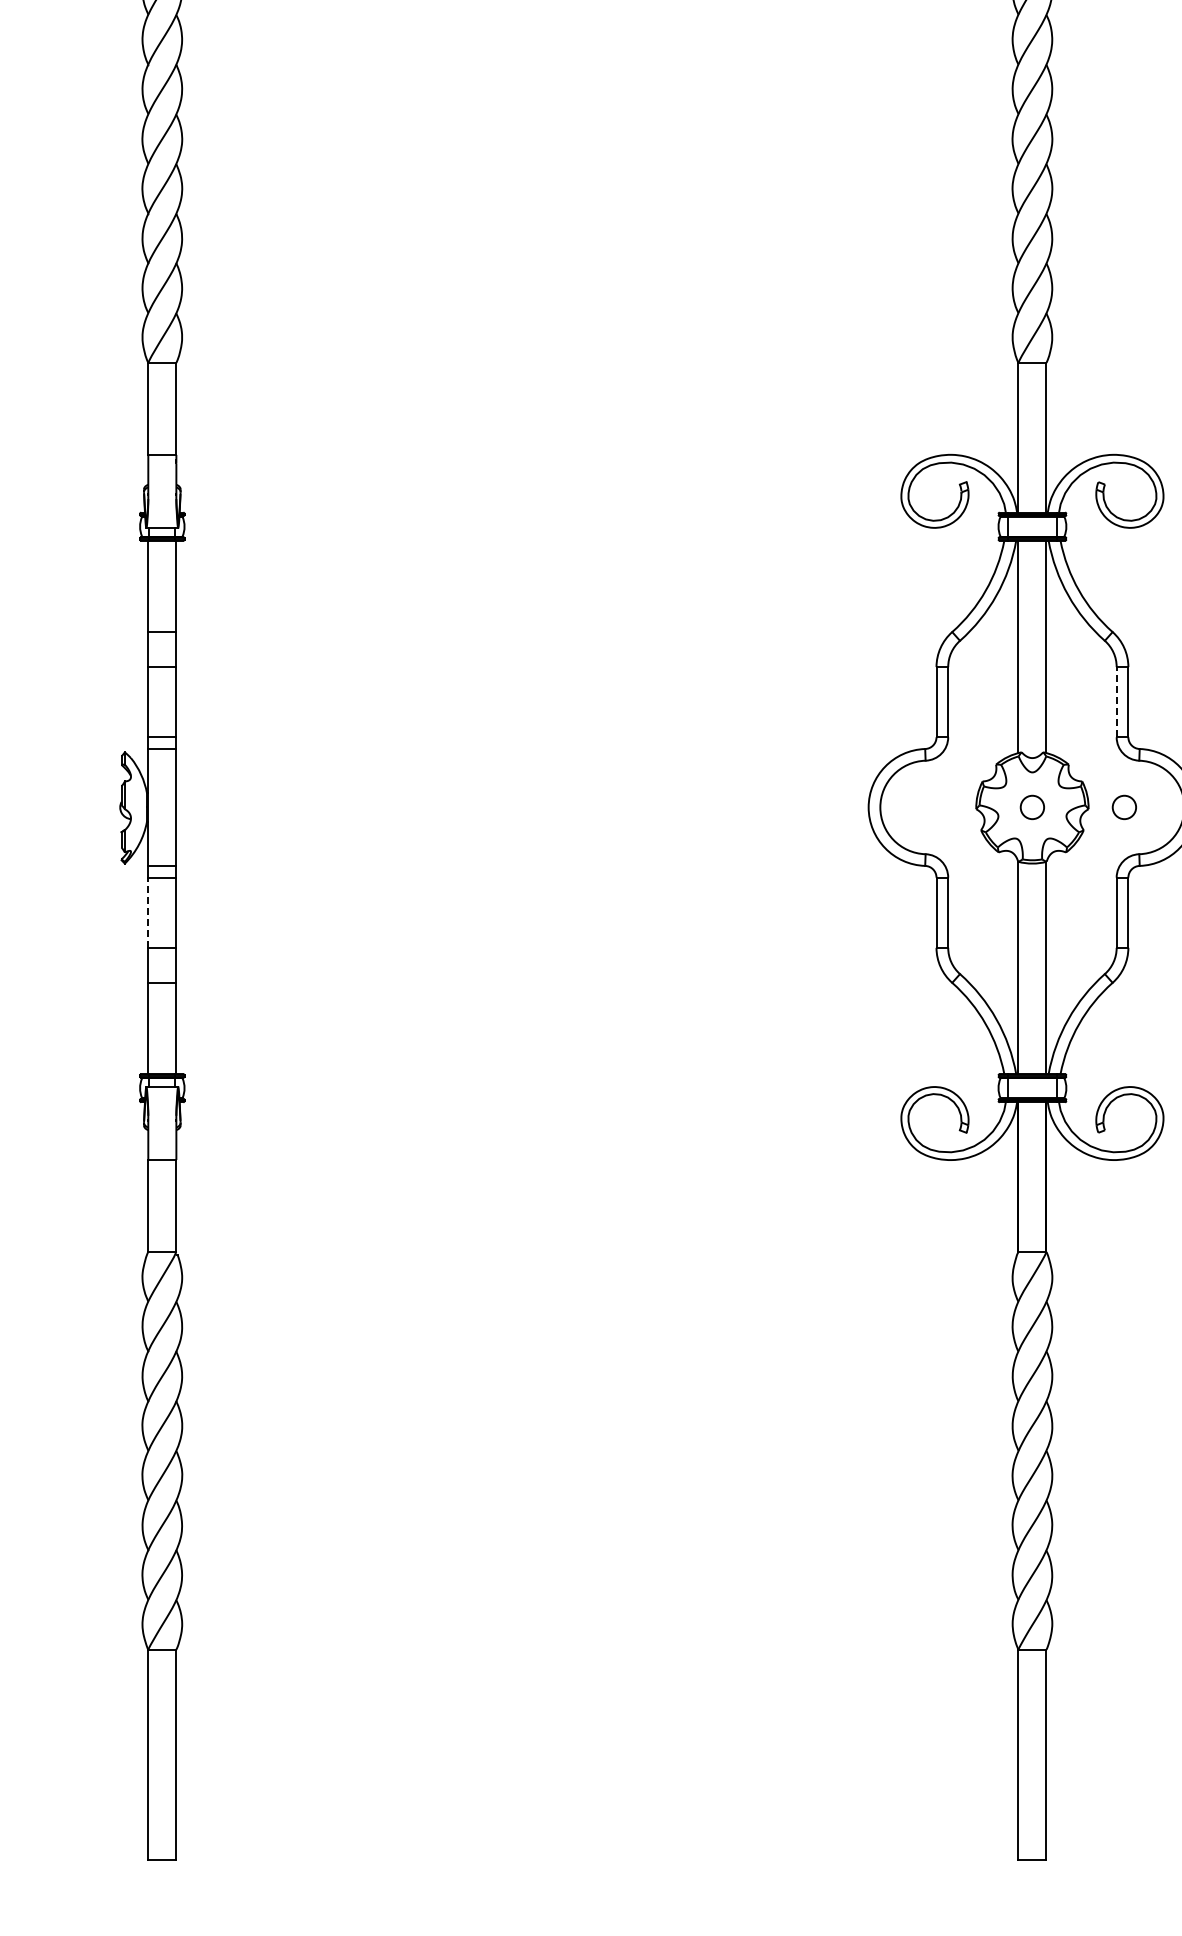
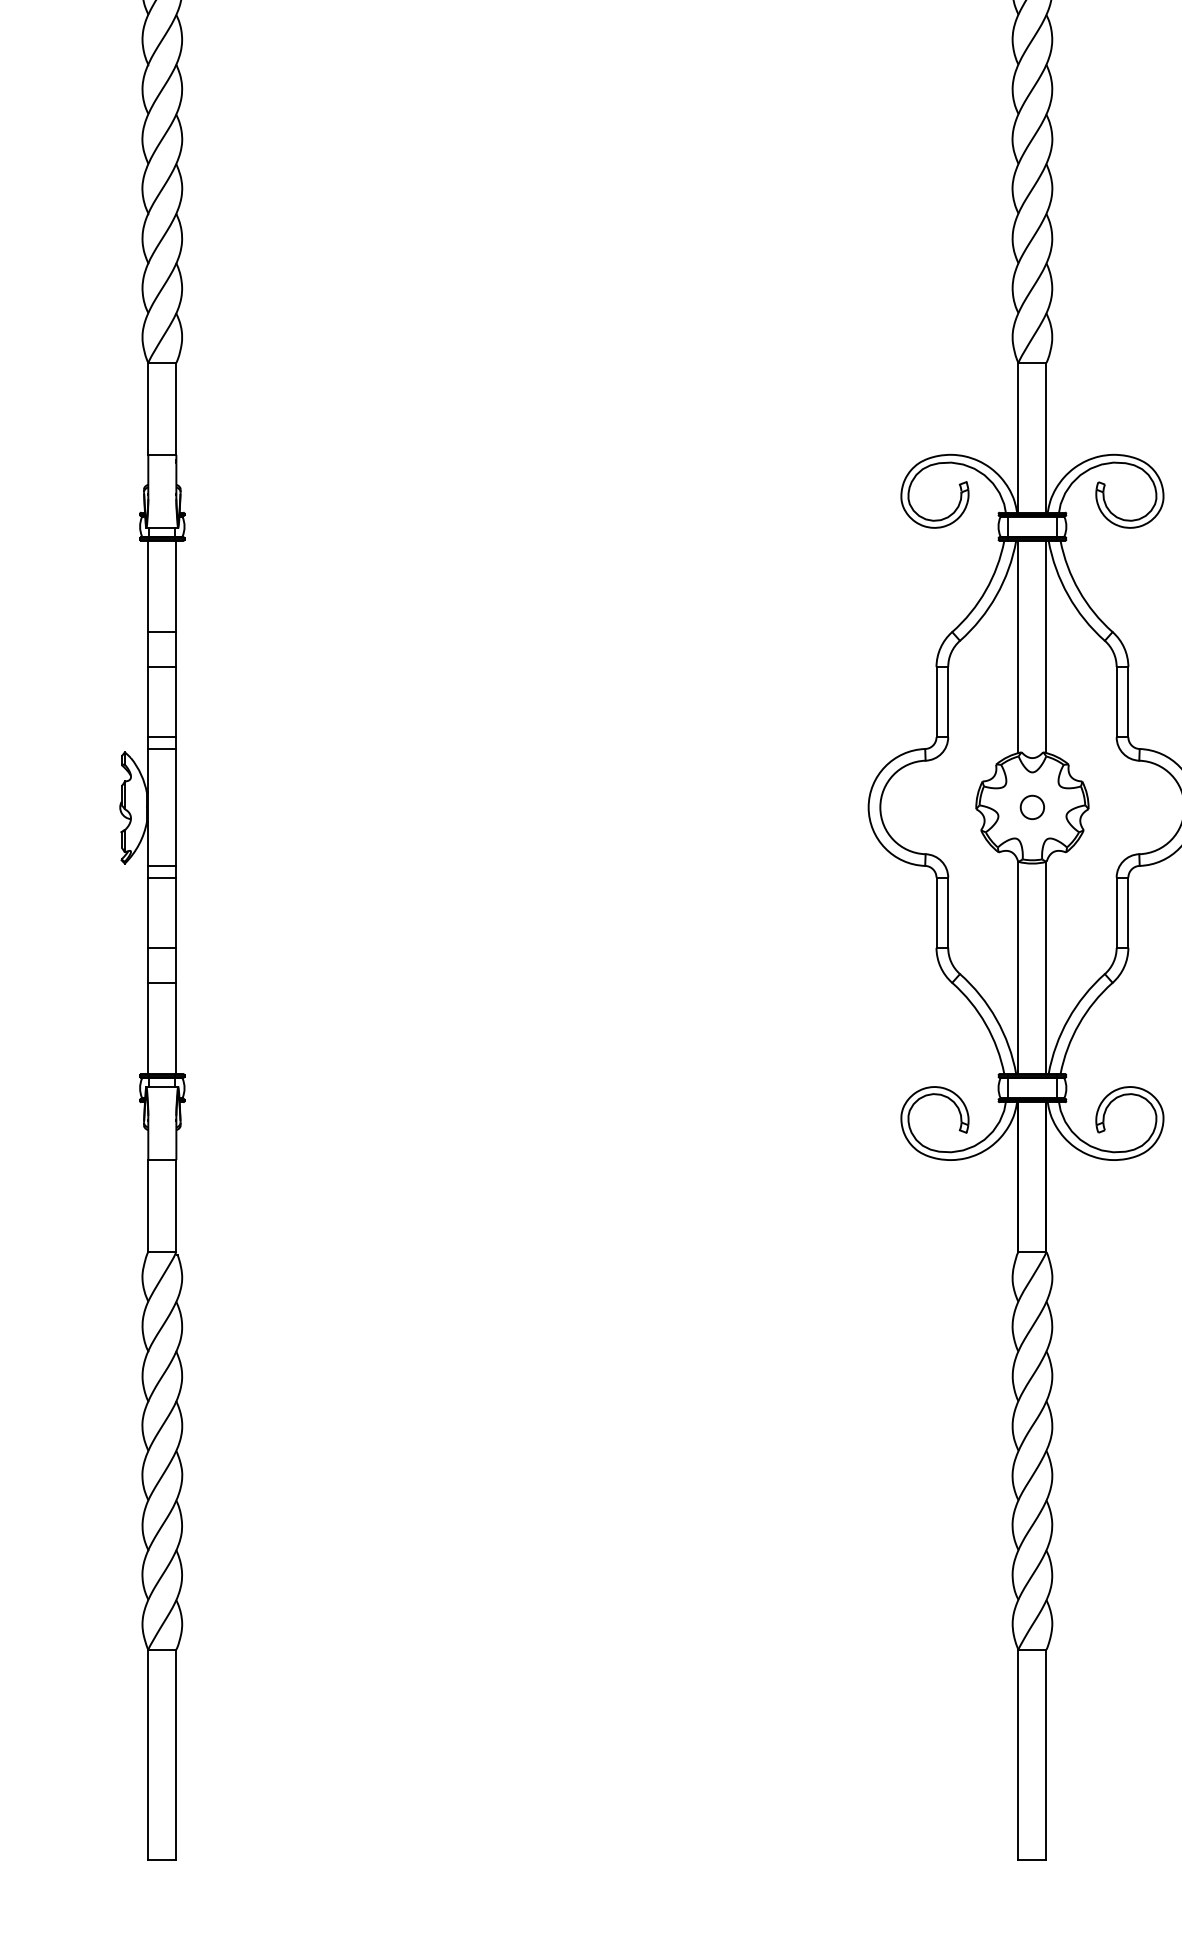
line at (1116, 701): dashed -> solid
circle at (1123, 807): present -> none
line at (148, 912): dashed -> solid
